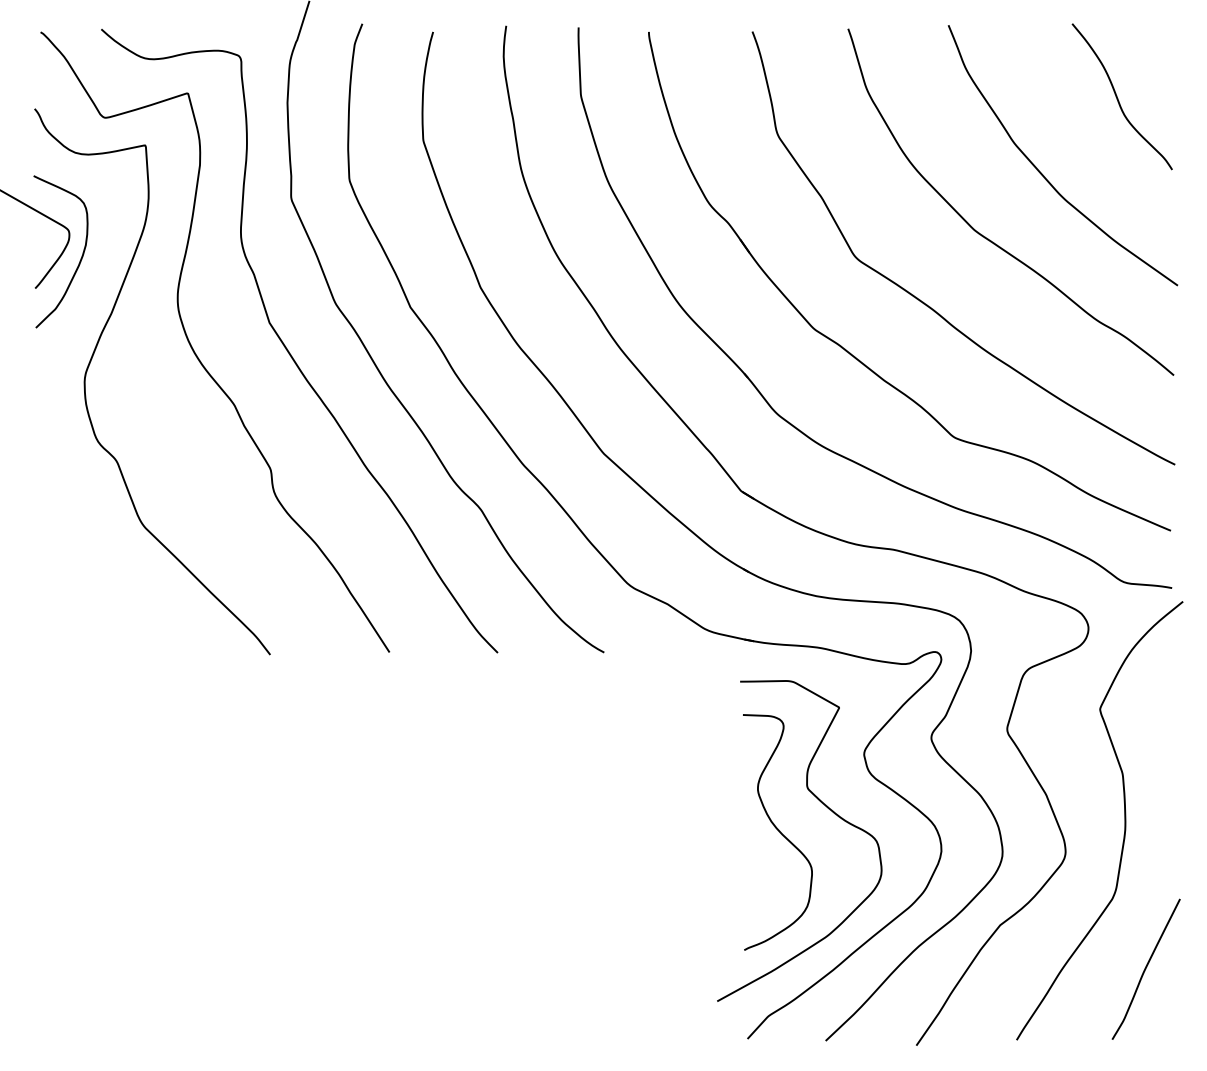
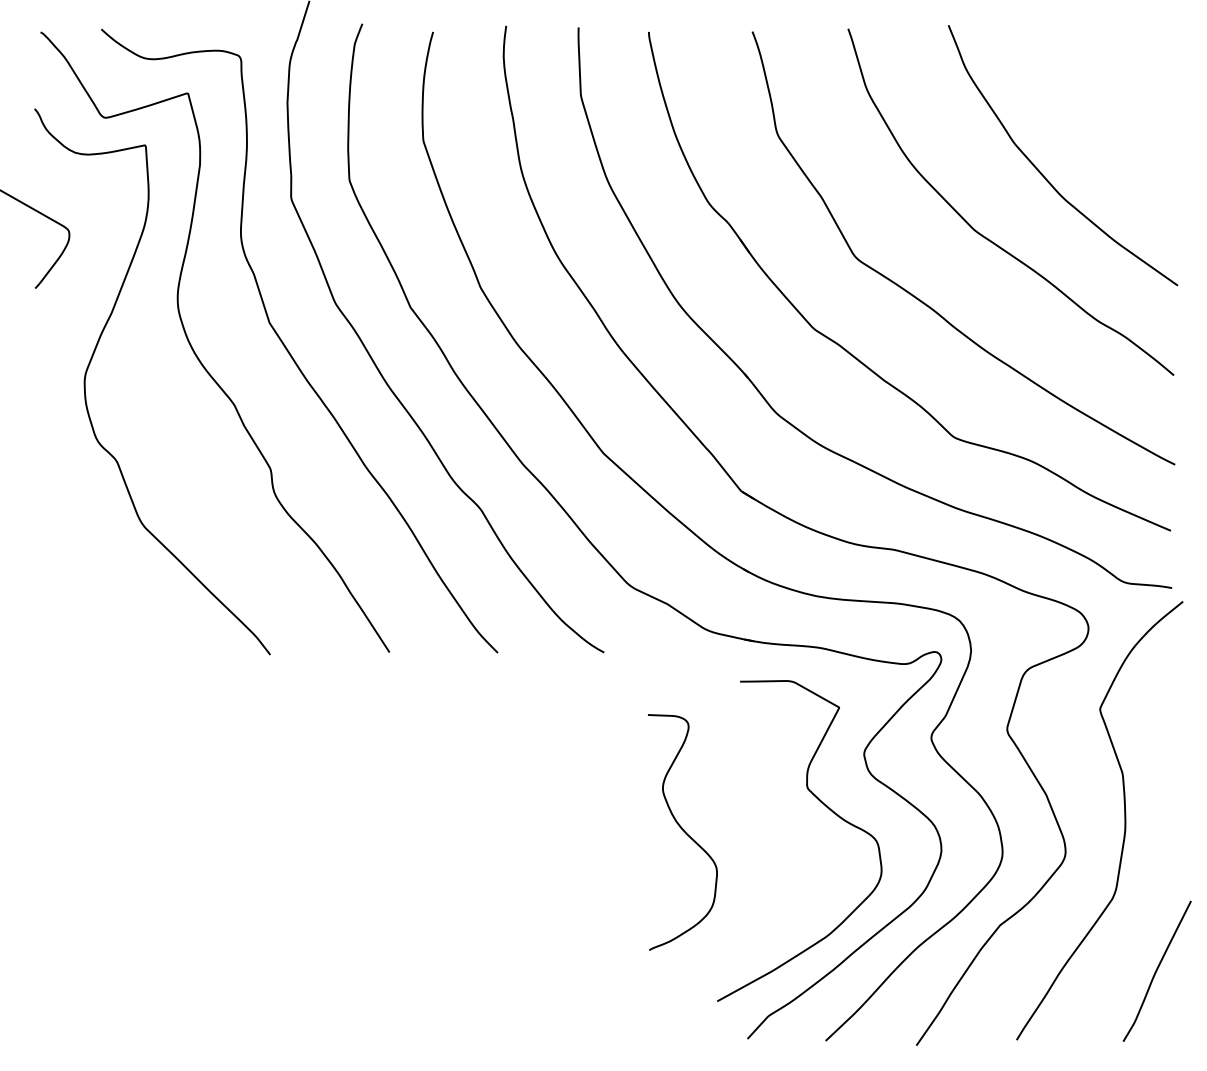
curve at (1118, 98): present -> none
curve at (79, 260): present -> none
curve at (778, 831) position: (778, 831) -> (683, 831)
curve at (1145, 968) position: (1145, 968) -> (1156, 970)
